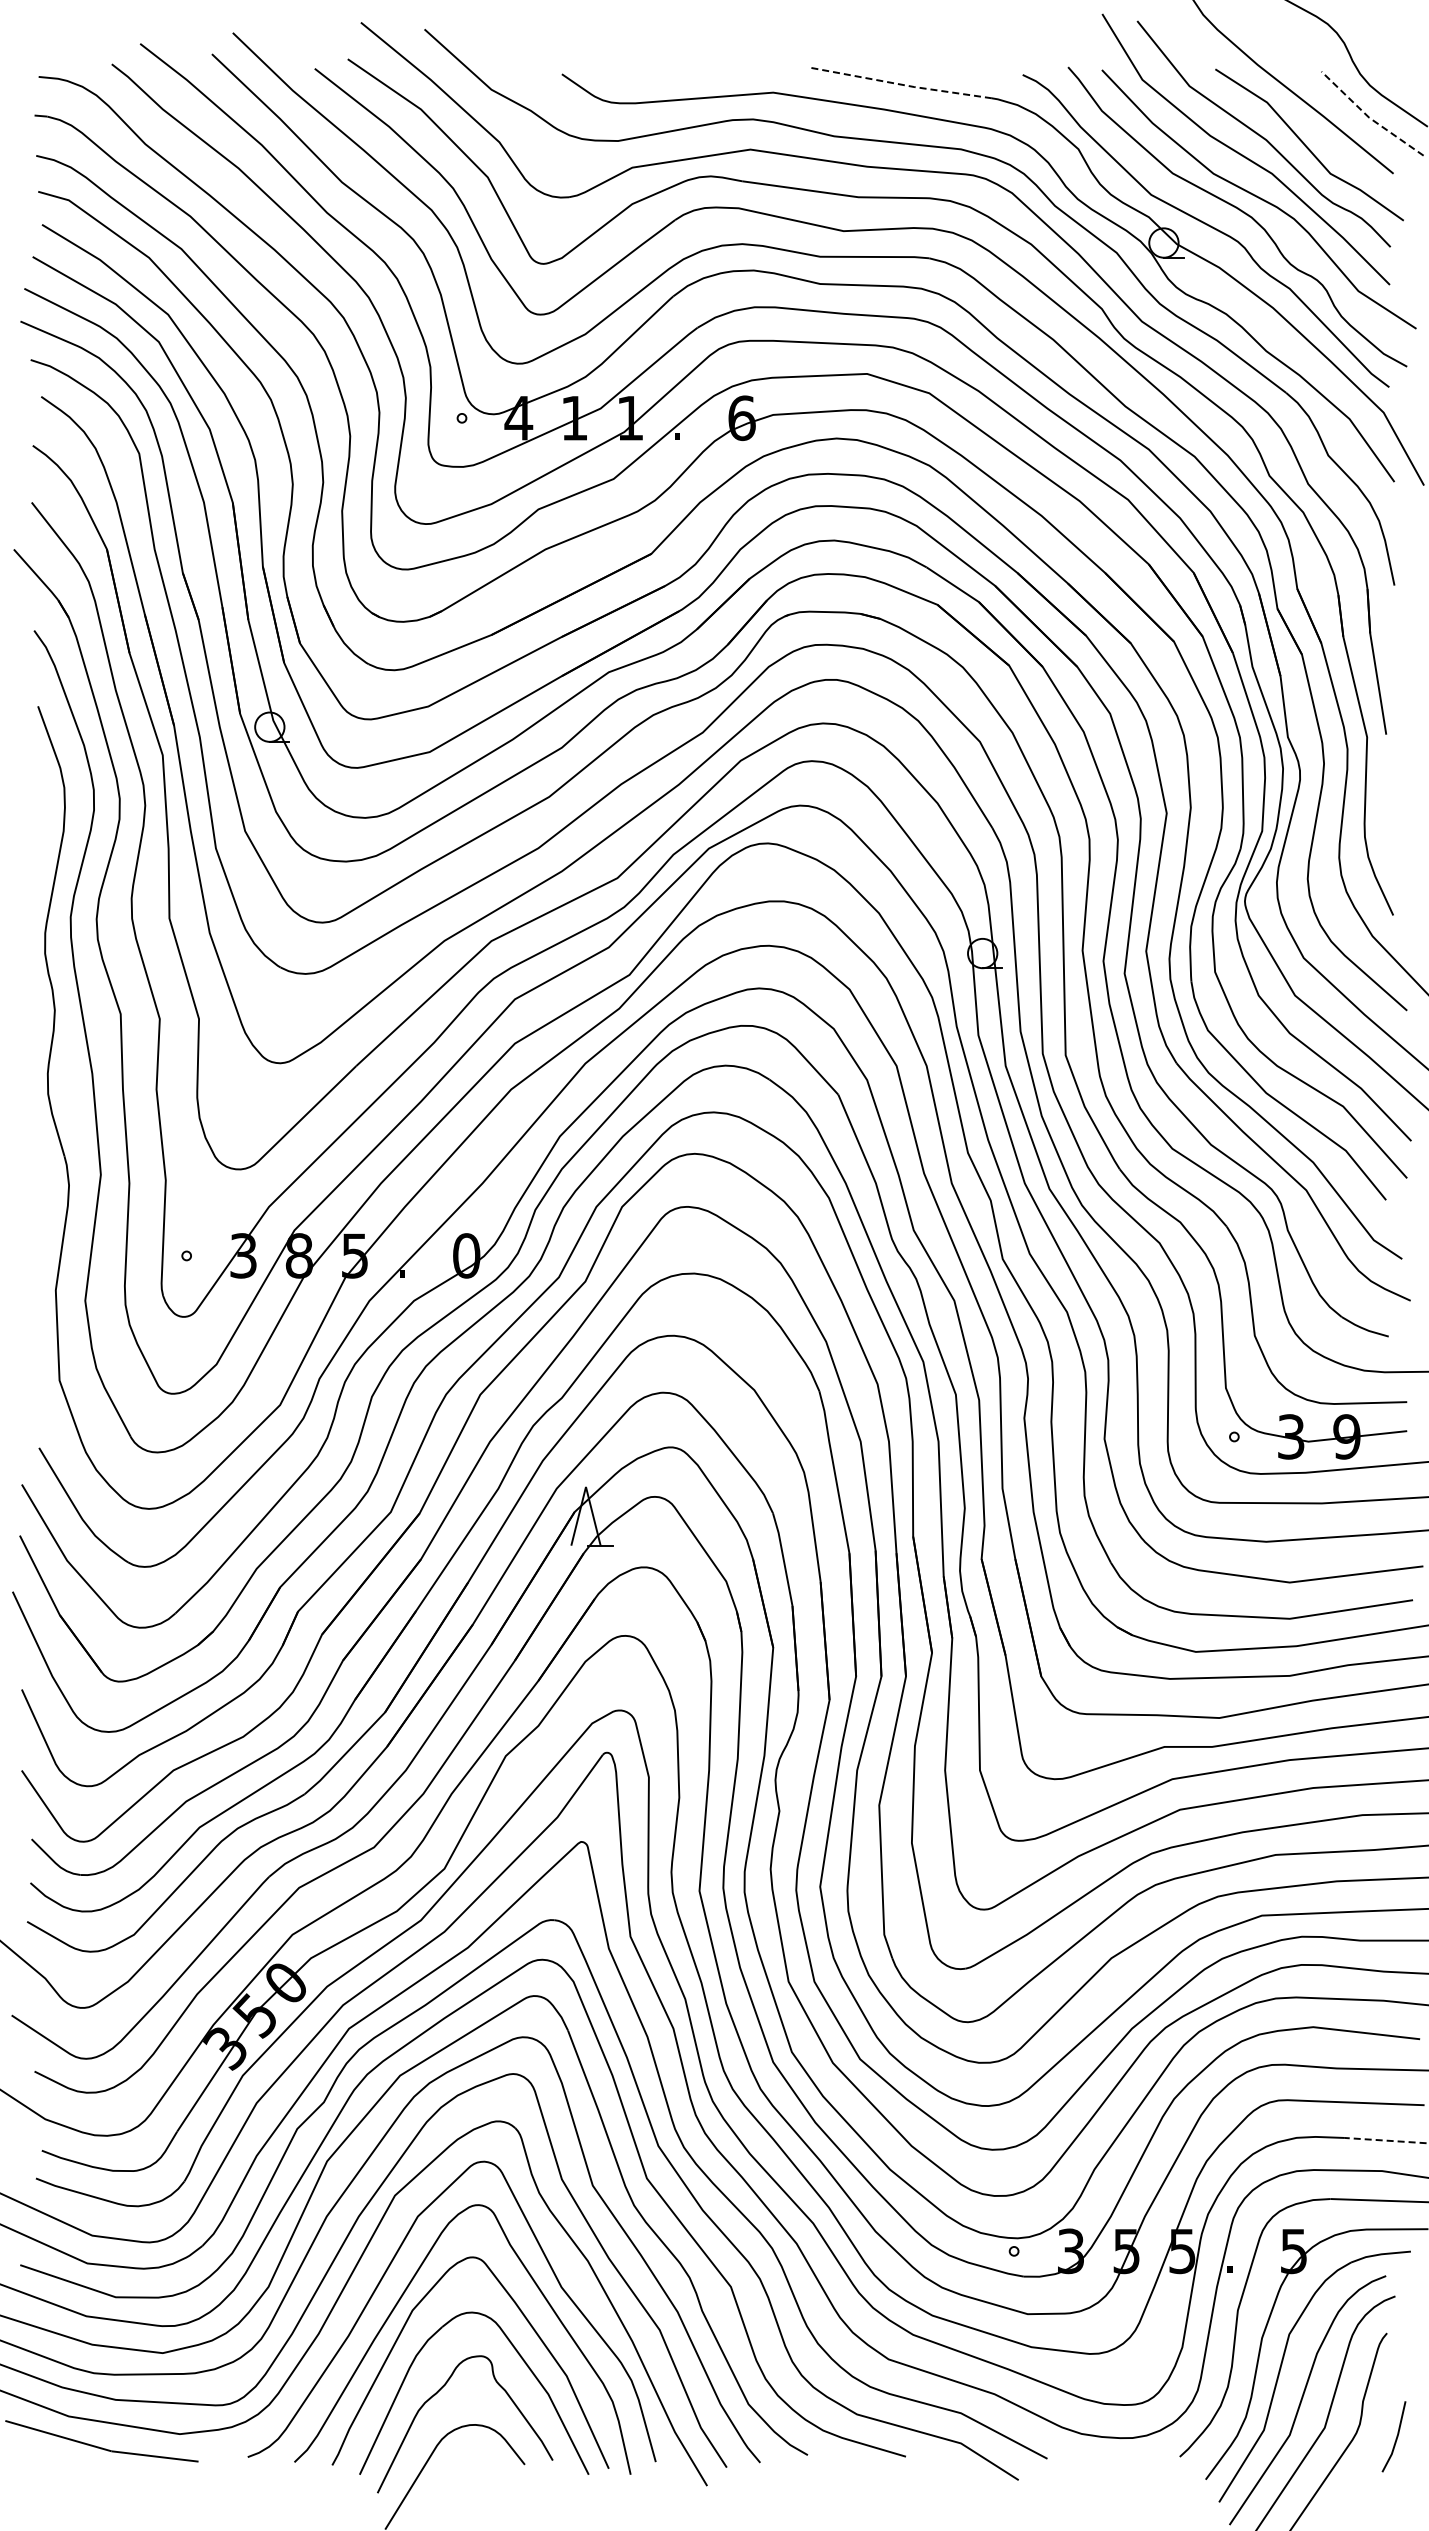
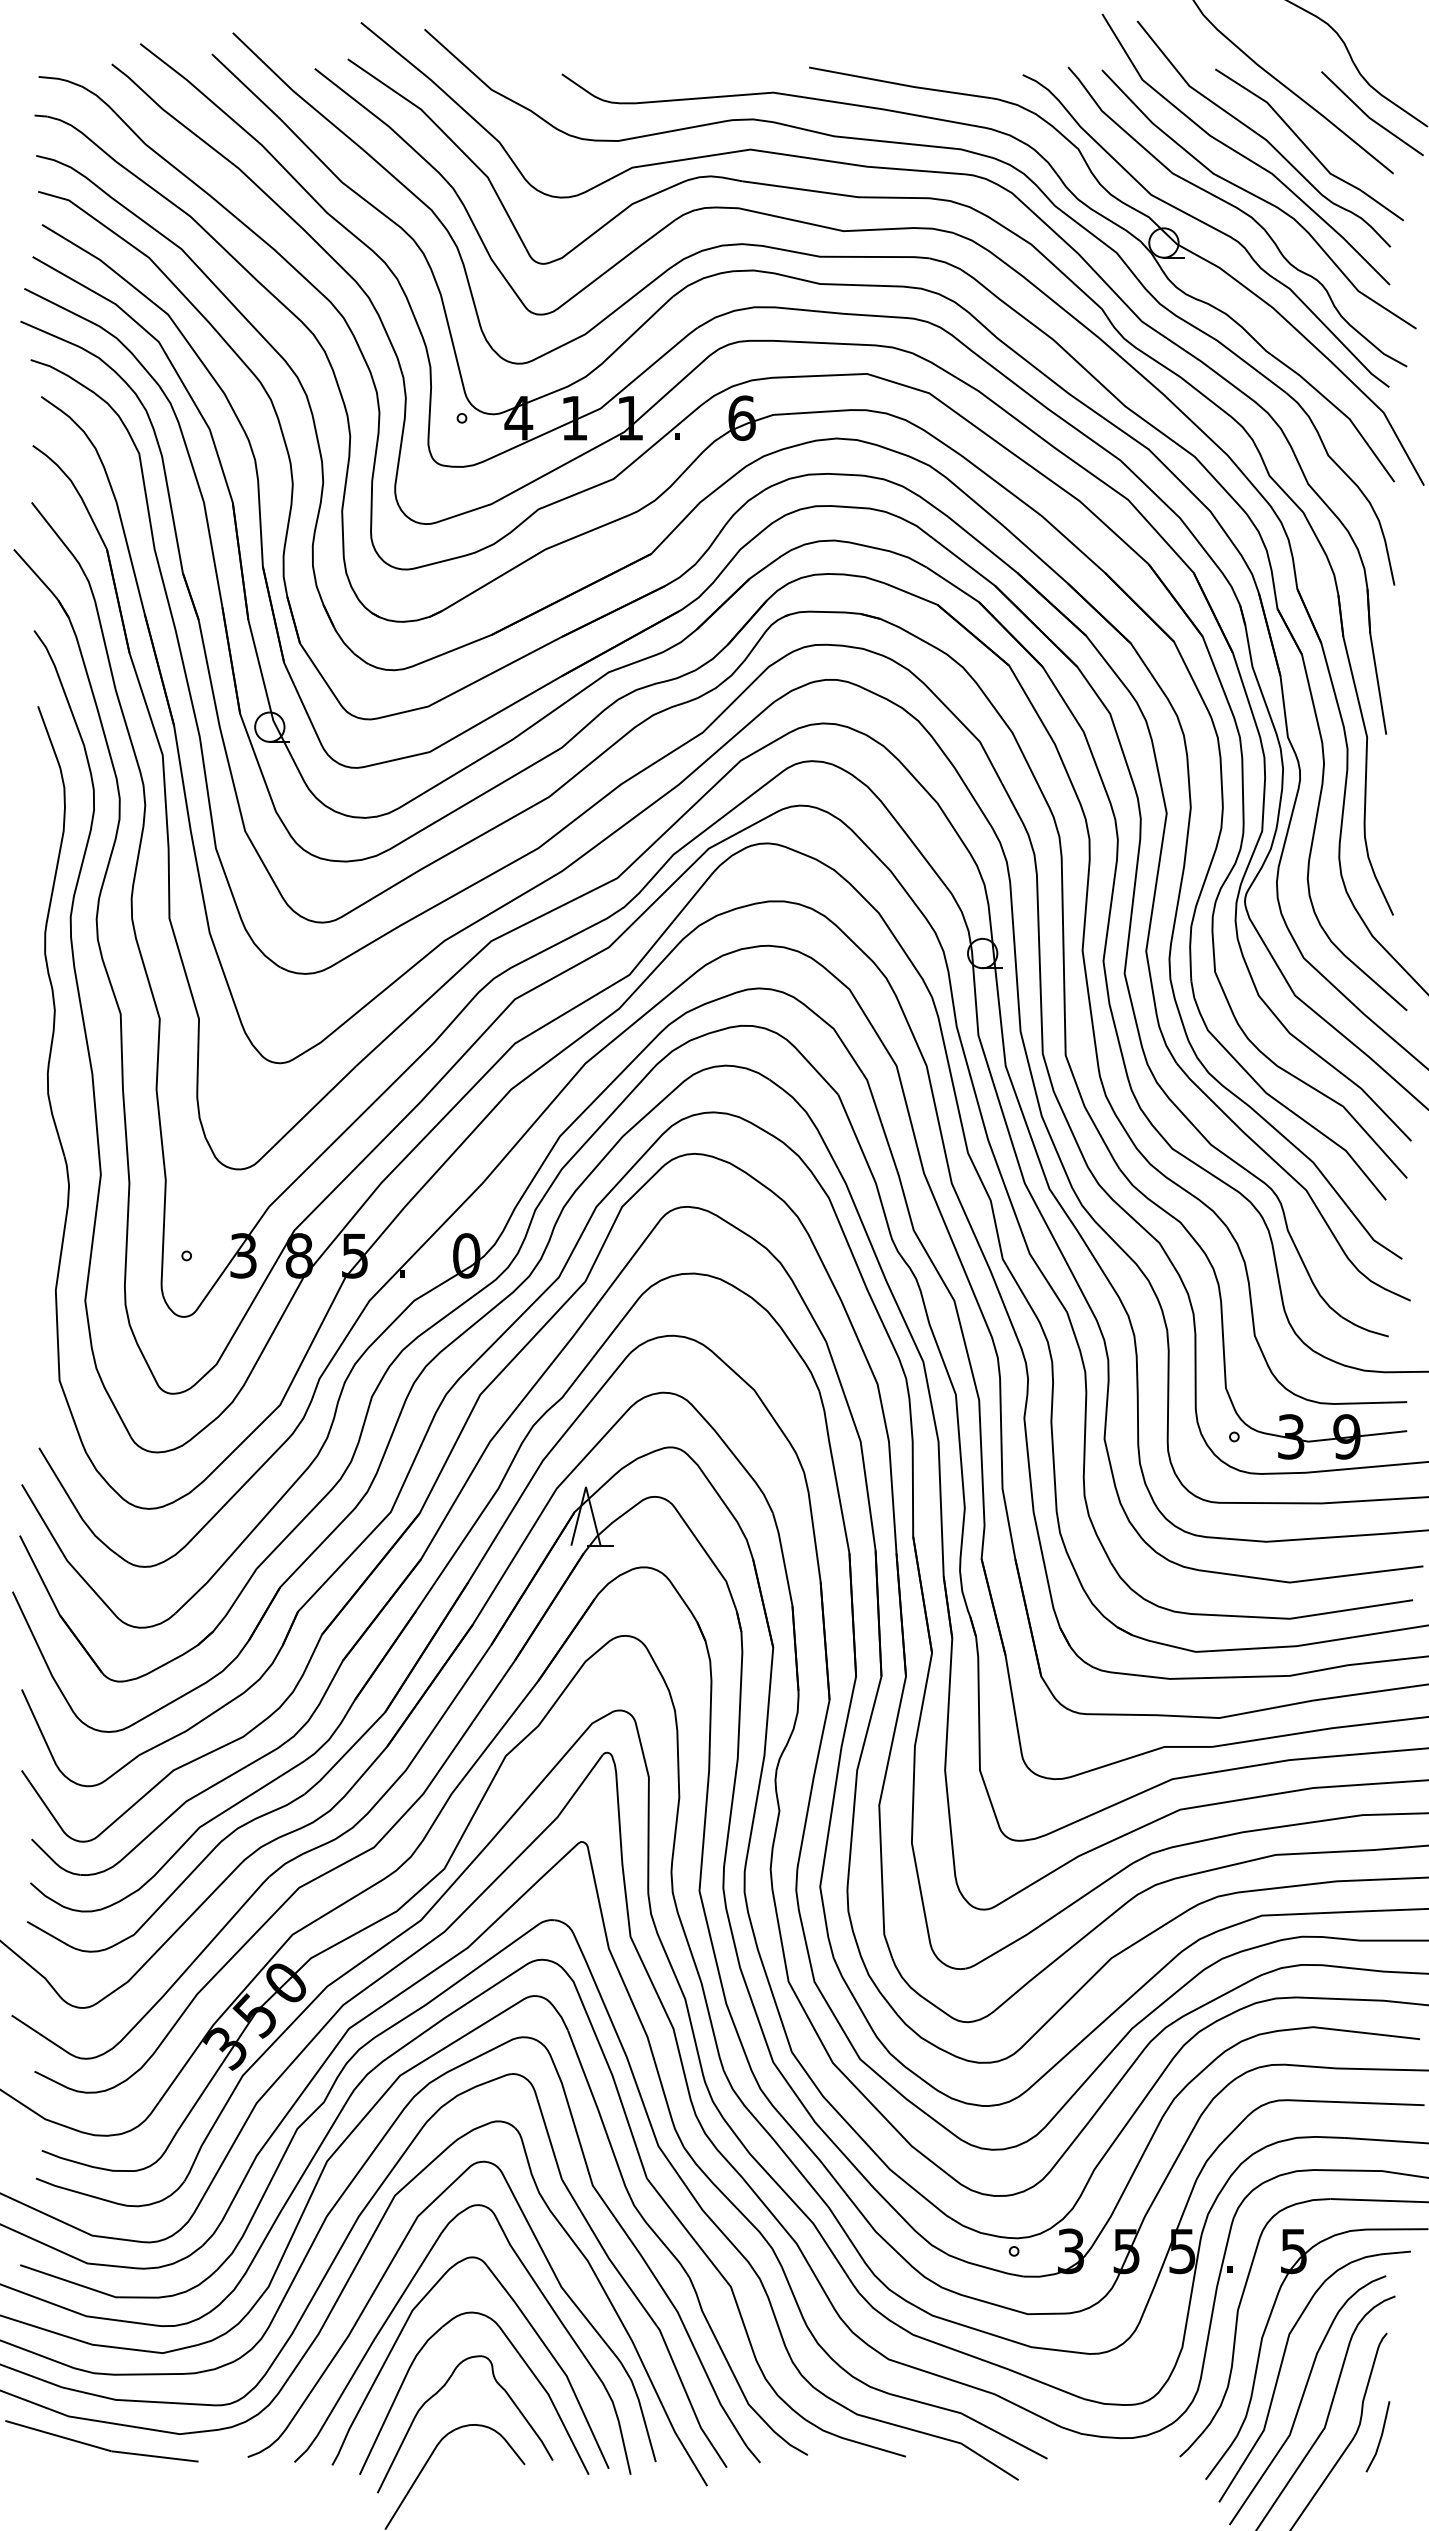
line at (900, 84): dashed -> solid
line at (1369, 117): dashed -> solid
line at (1386, 2140): dashed -> solid
line at (1395, 2438) position: (1395, 2438) -> (1379, 2438)
